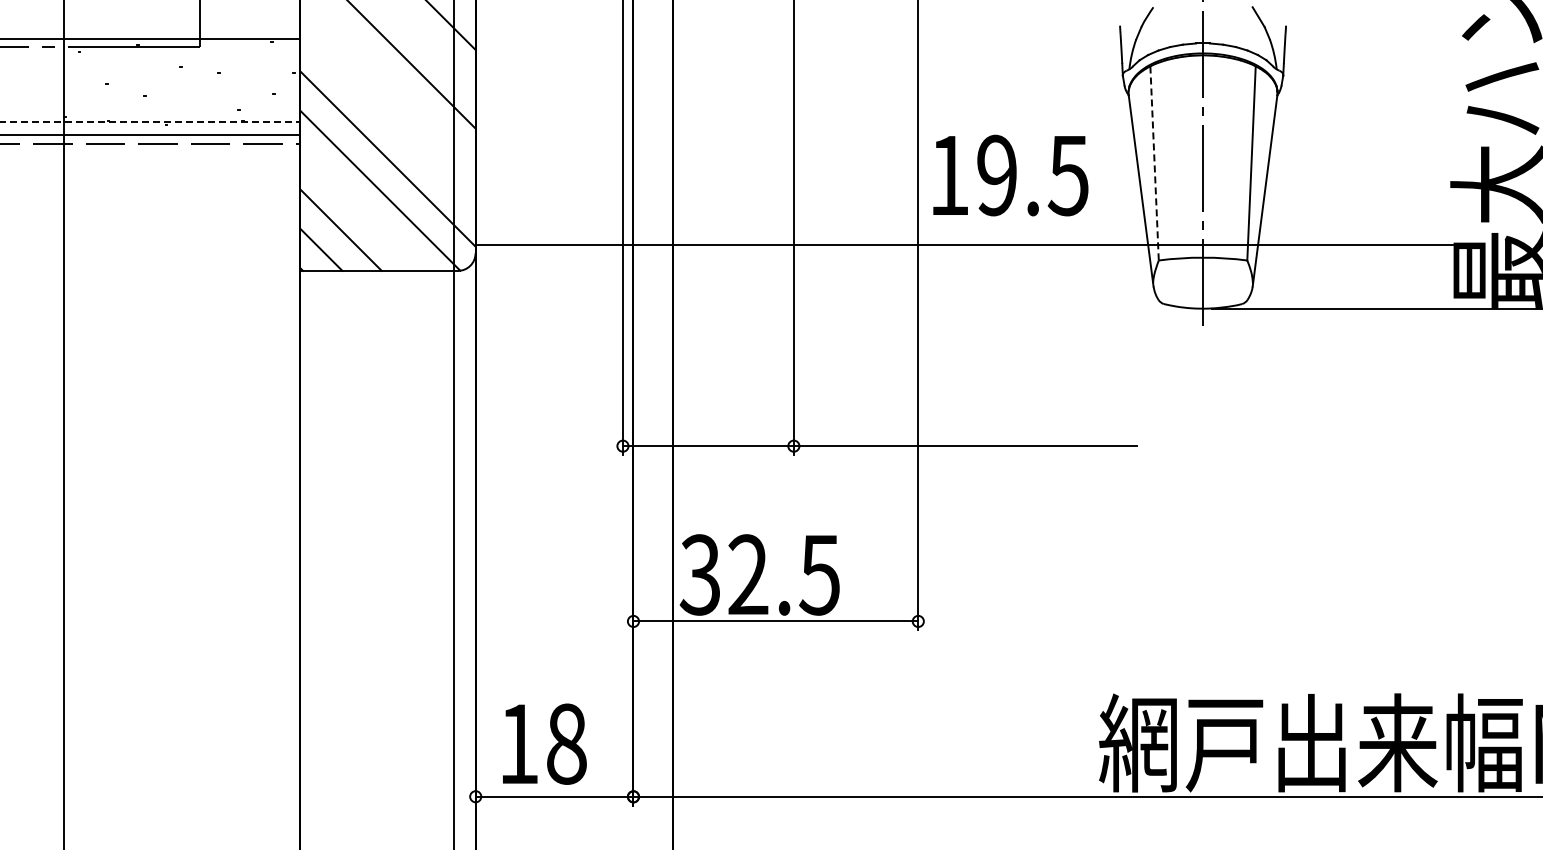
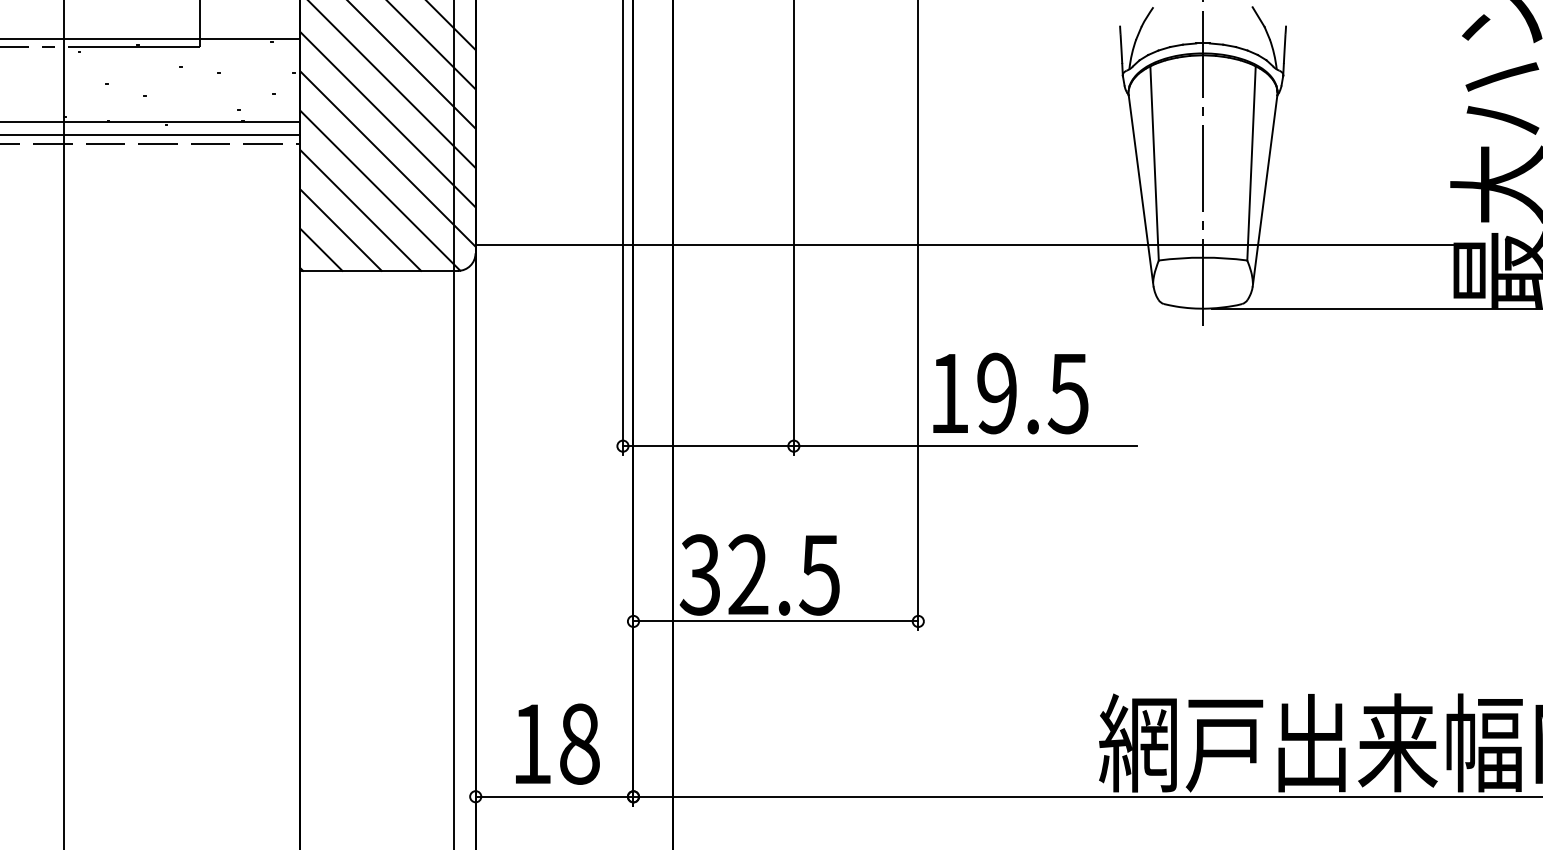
line at (431, 45): none -> present
line at (392, 84): none -> present
line at (387, 119): none -> present
line at (150, 121): dashed -> solid
line at (1154, 163): dashed -> solid
text at (1010, 175) position: (1010, 175) -> (1010, 393)
line at (360, 210): none -> present
text at (544, 743) position: (544, 743) -> (557, 743)
